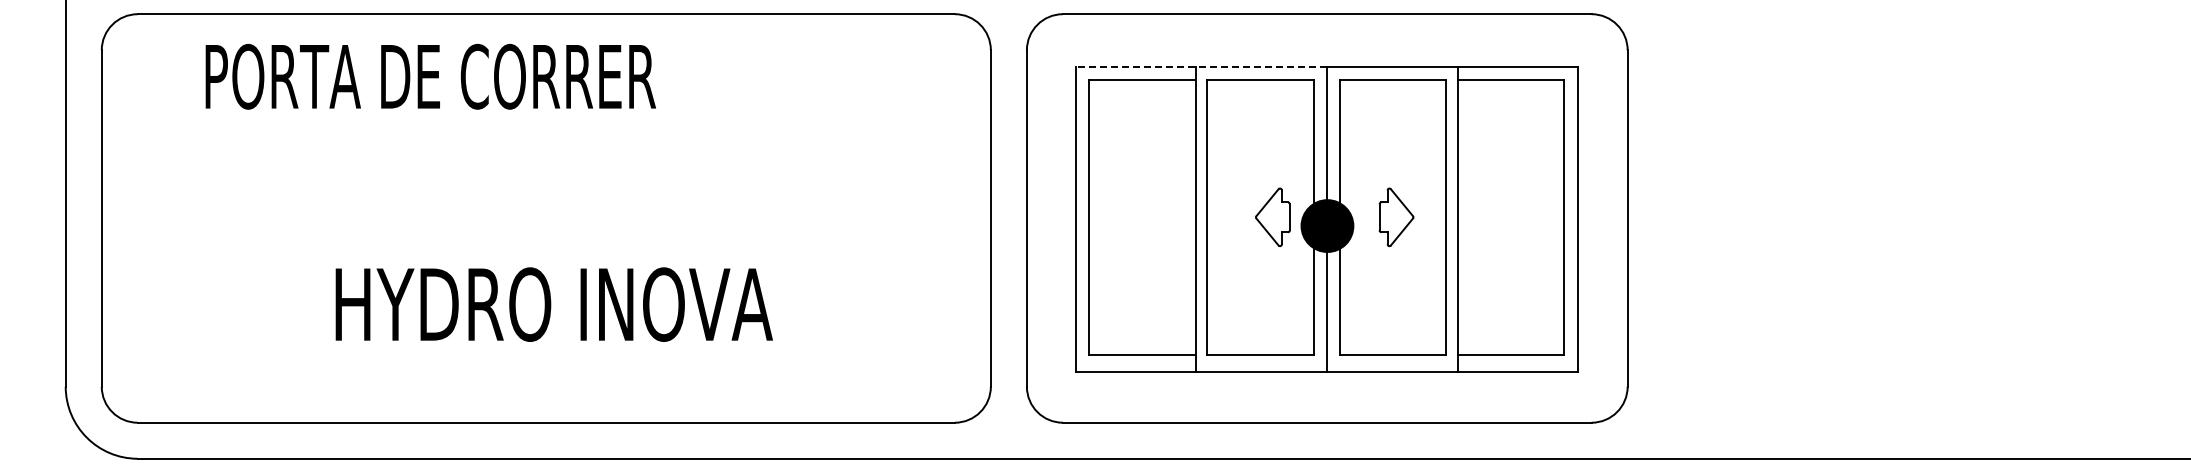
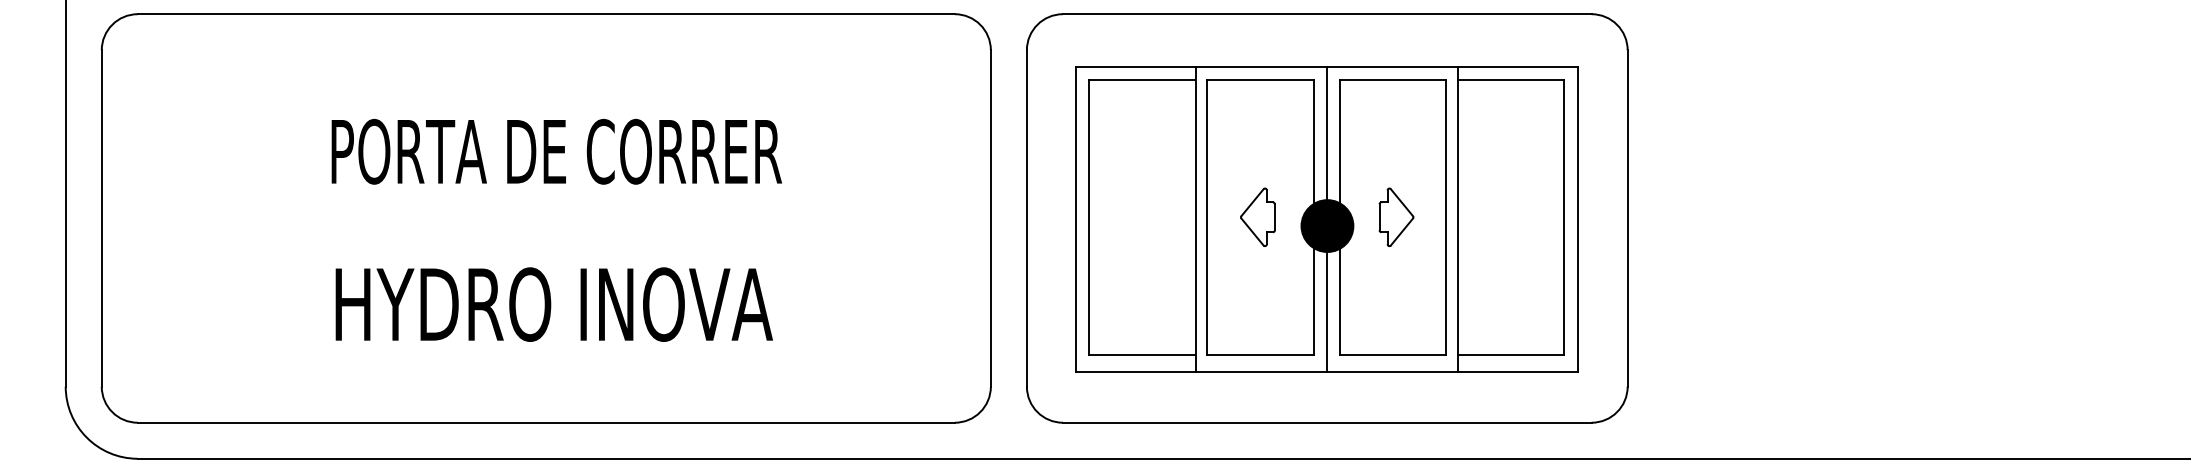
line at (1201, 66): dashed -> solid
text at (430, 76) position: (430, 76) -> (556, 151)
part at (1272, 216) position: (1272, 216) -> (1257, 216)
